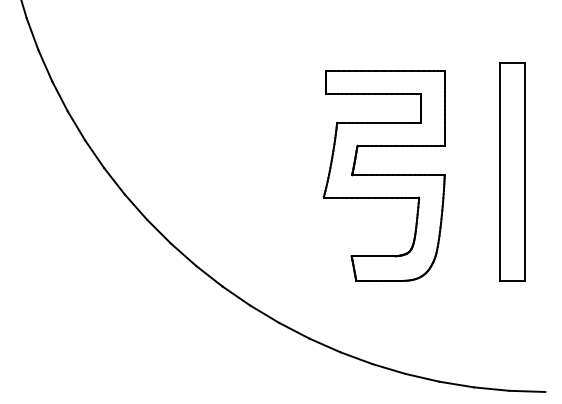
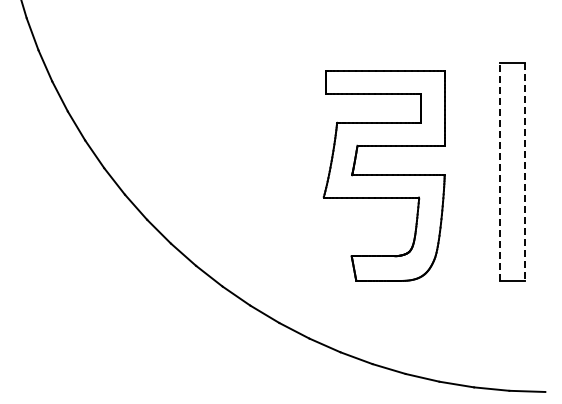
line at (499, 172): solid -> dashed
line at (525, 172): solid -> dashed
